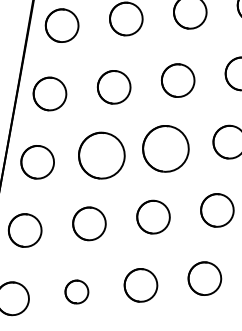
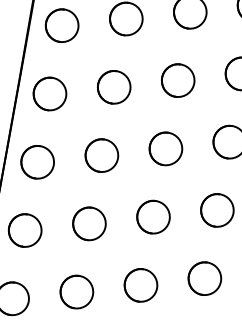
part at (165, 148) size: 48x48 px -> 36x36 px
part at (101, 155) size: 48x49 px -> 36x35 px
part at (76, 291) size: 26x26 px -> 36x36 px
